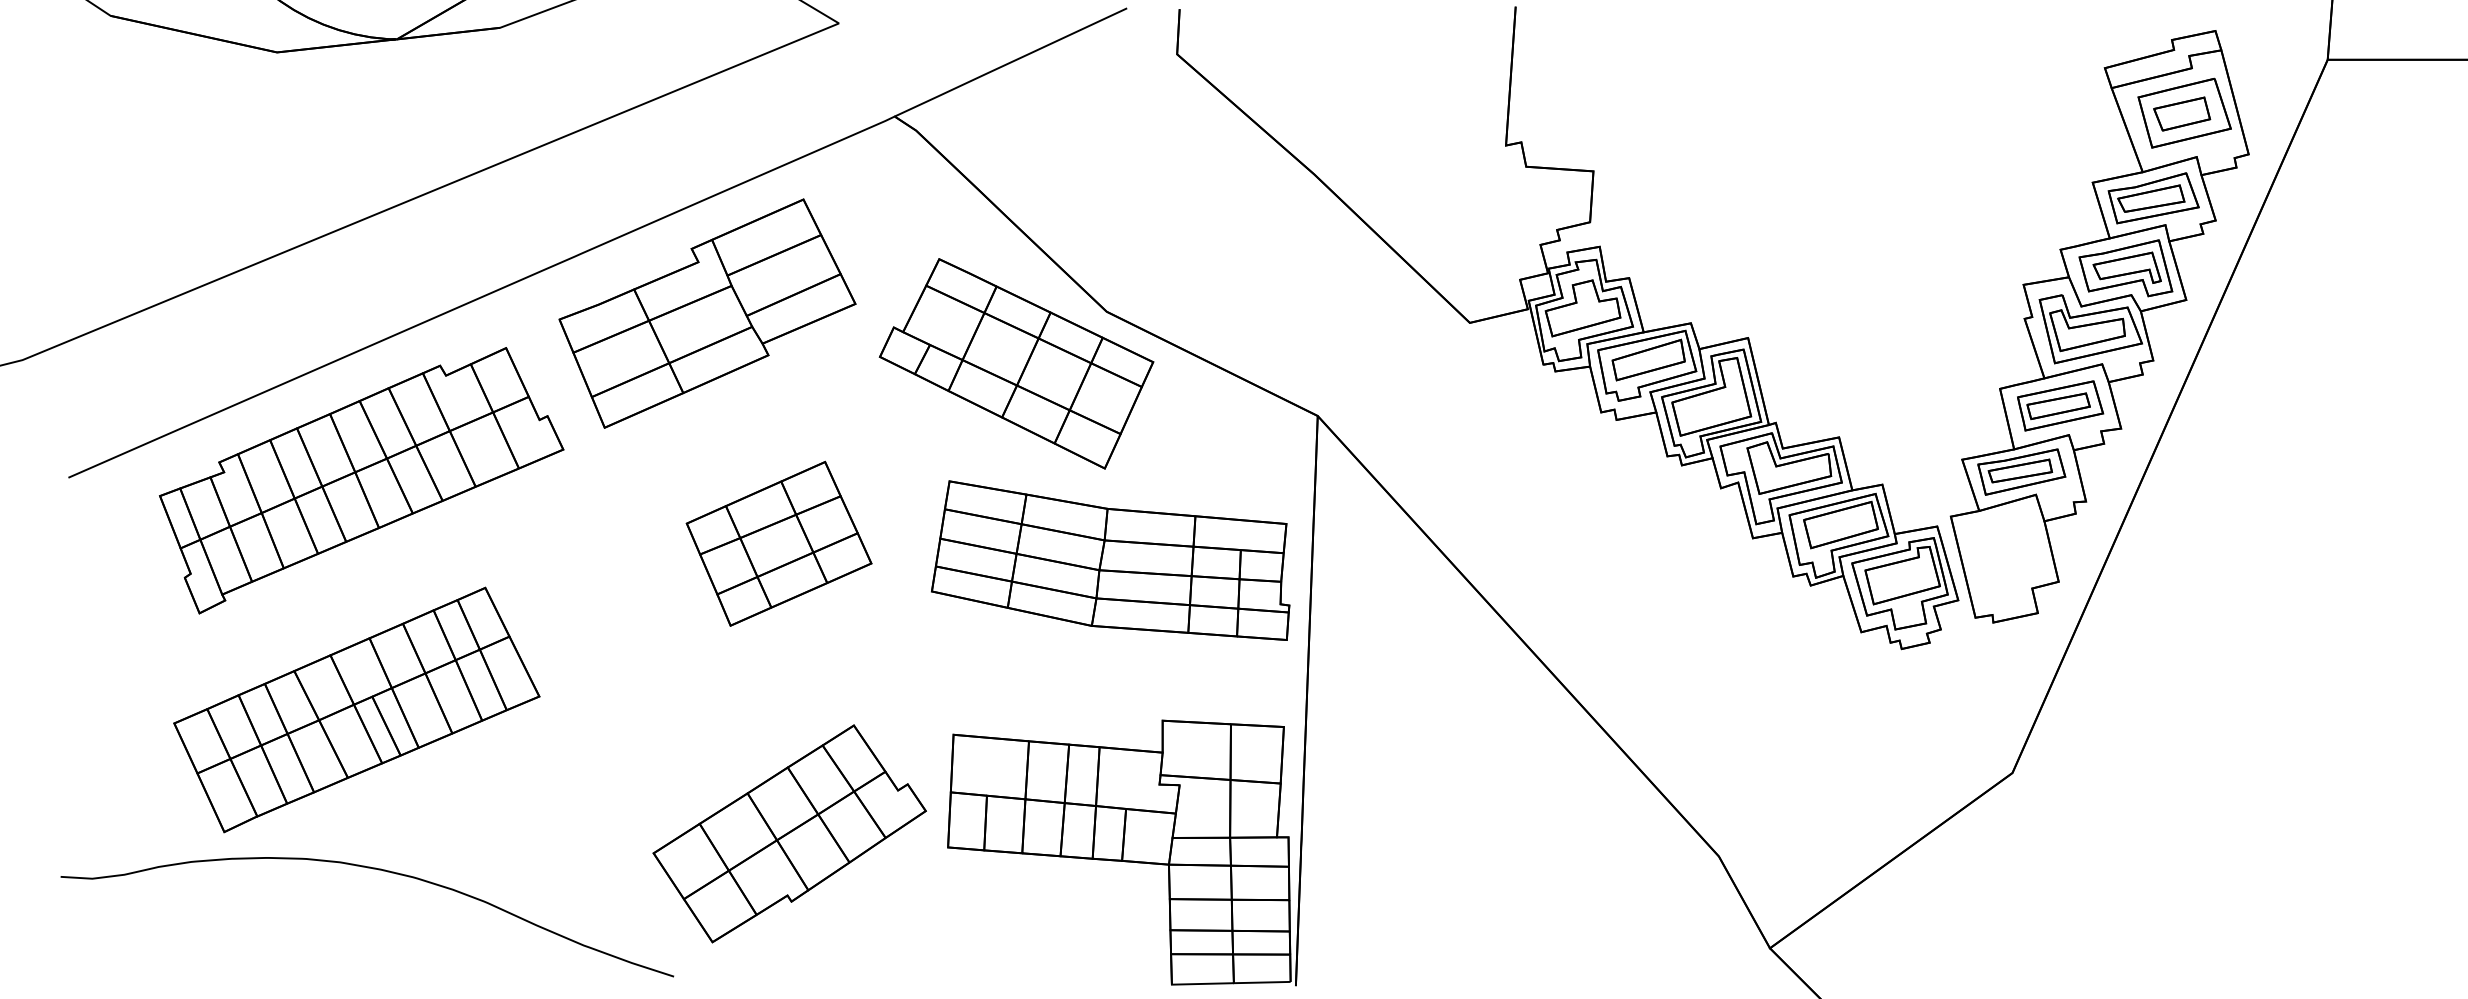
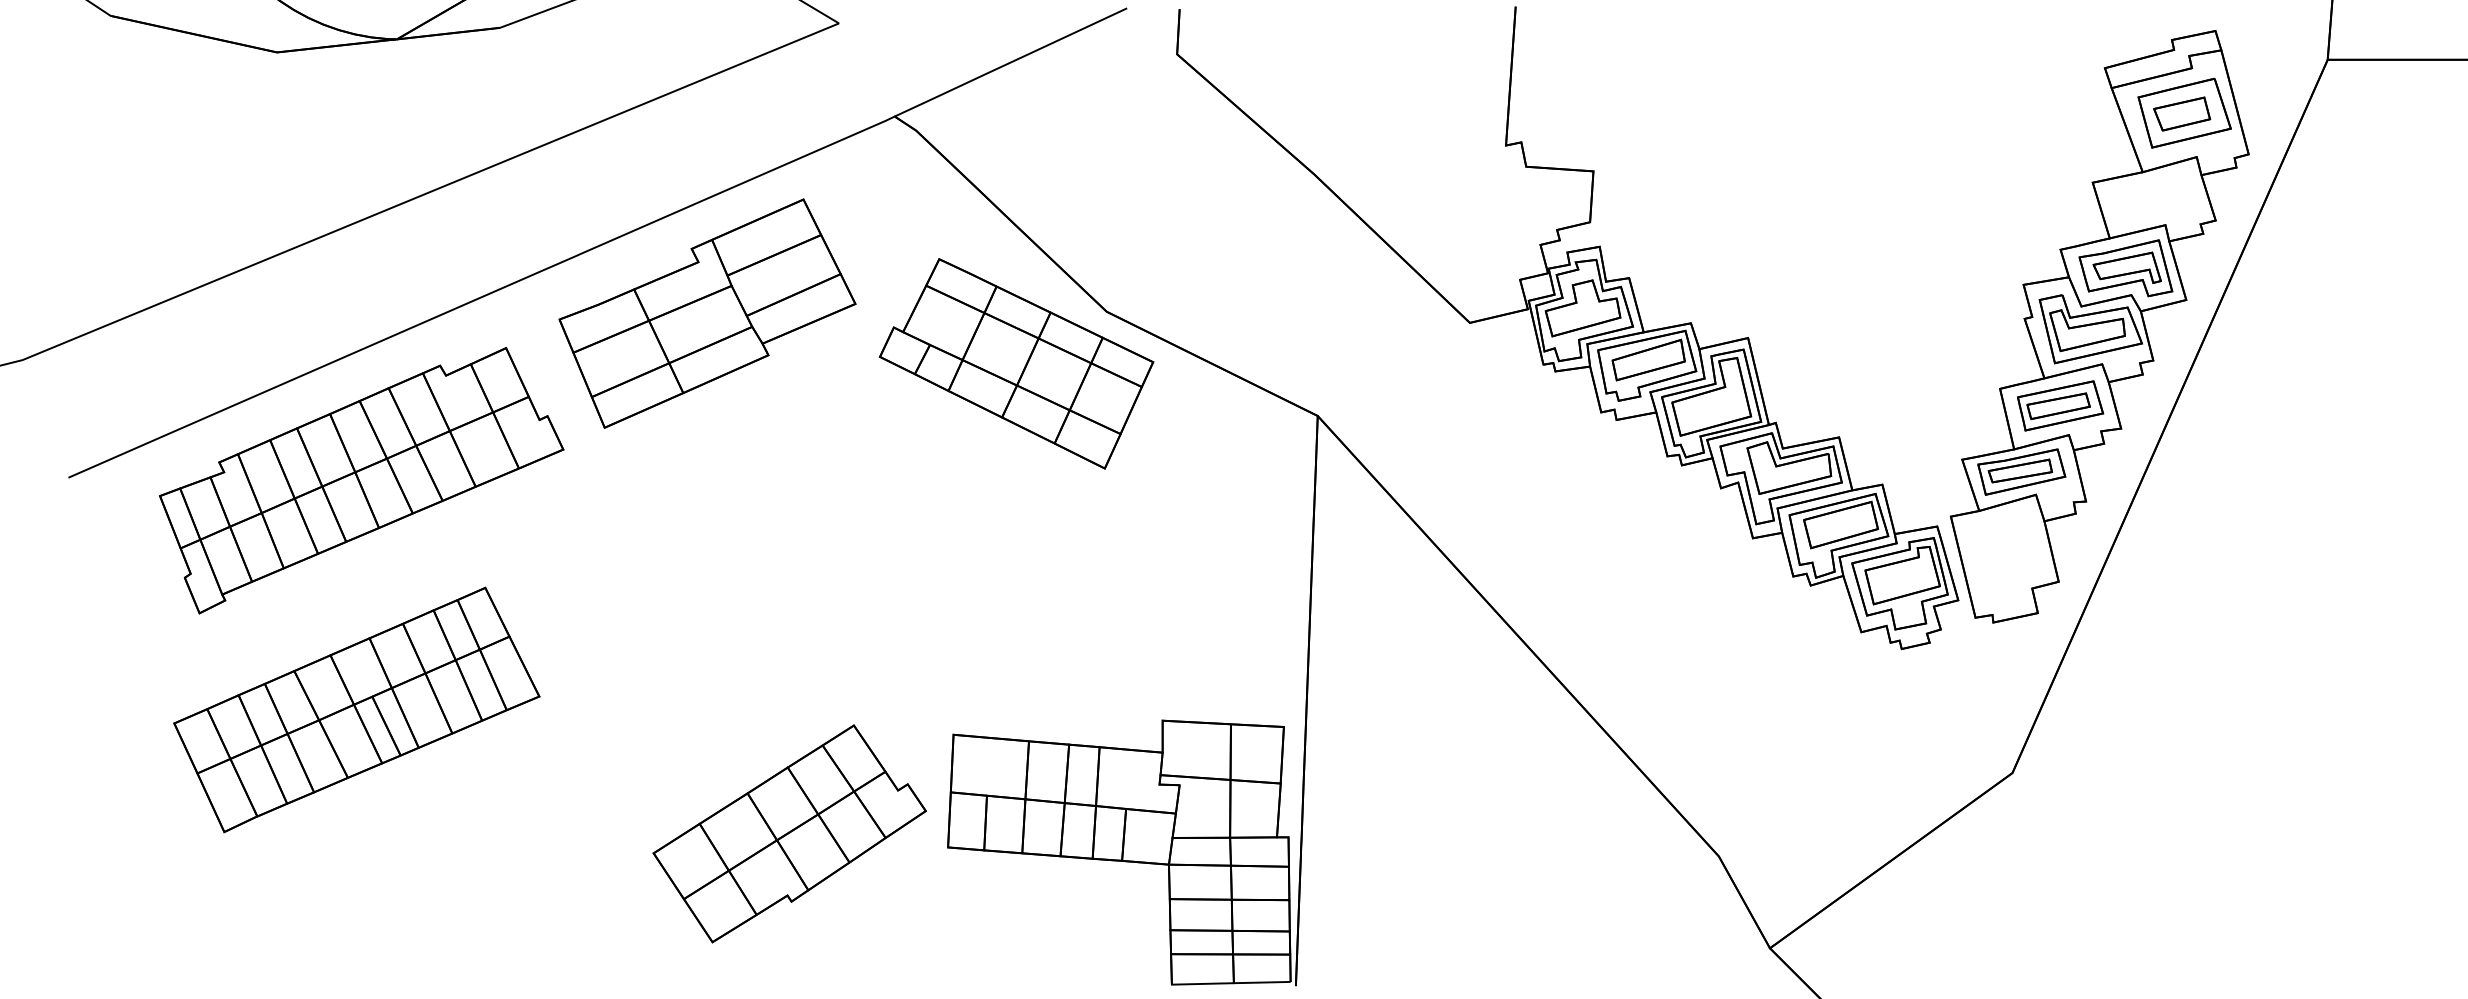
part at (2153, 198): present -> none
part at (778, 543): present -> none
part at (1110, 560): present -> none
curve at (378, 870): present -> none
